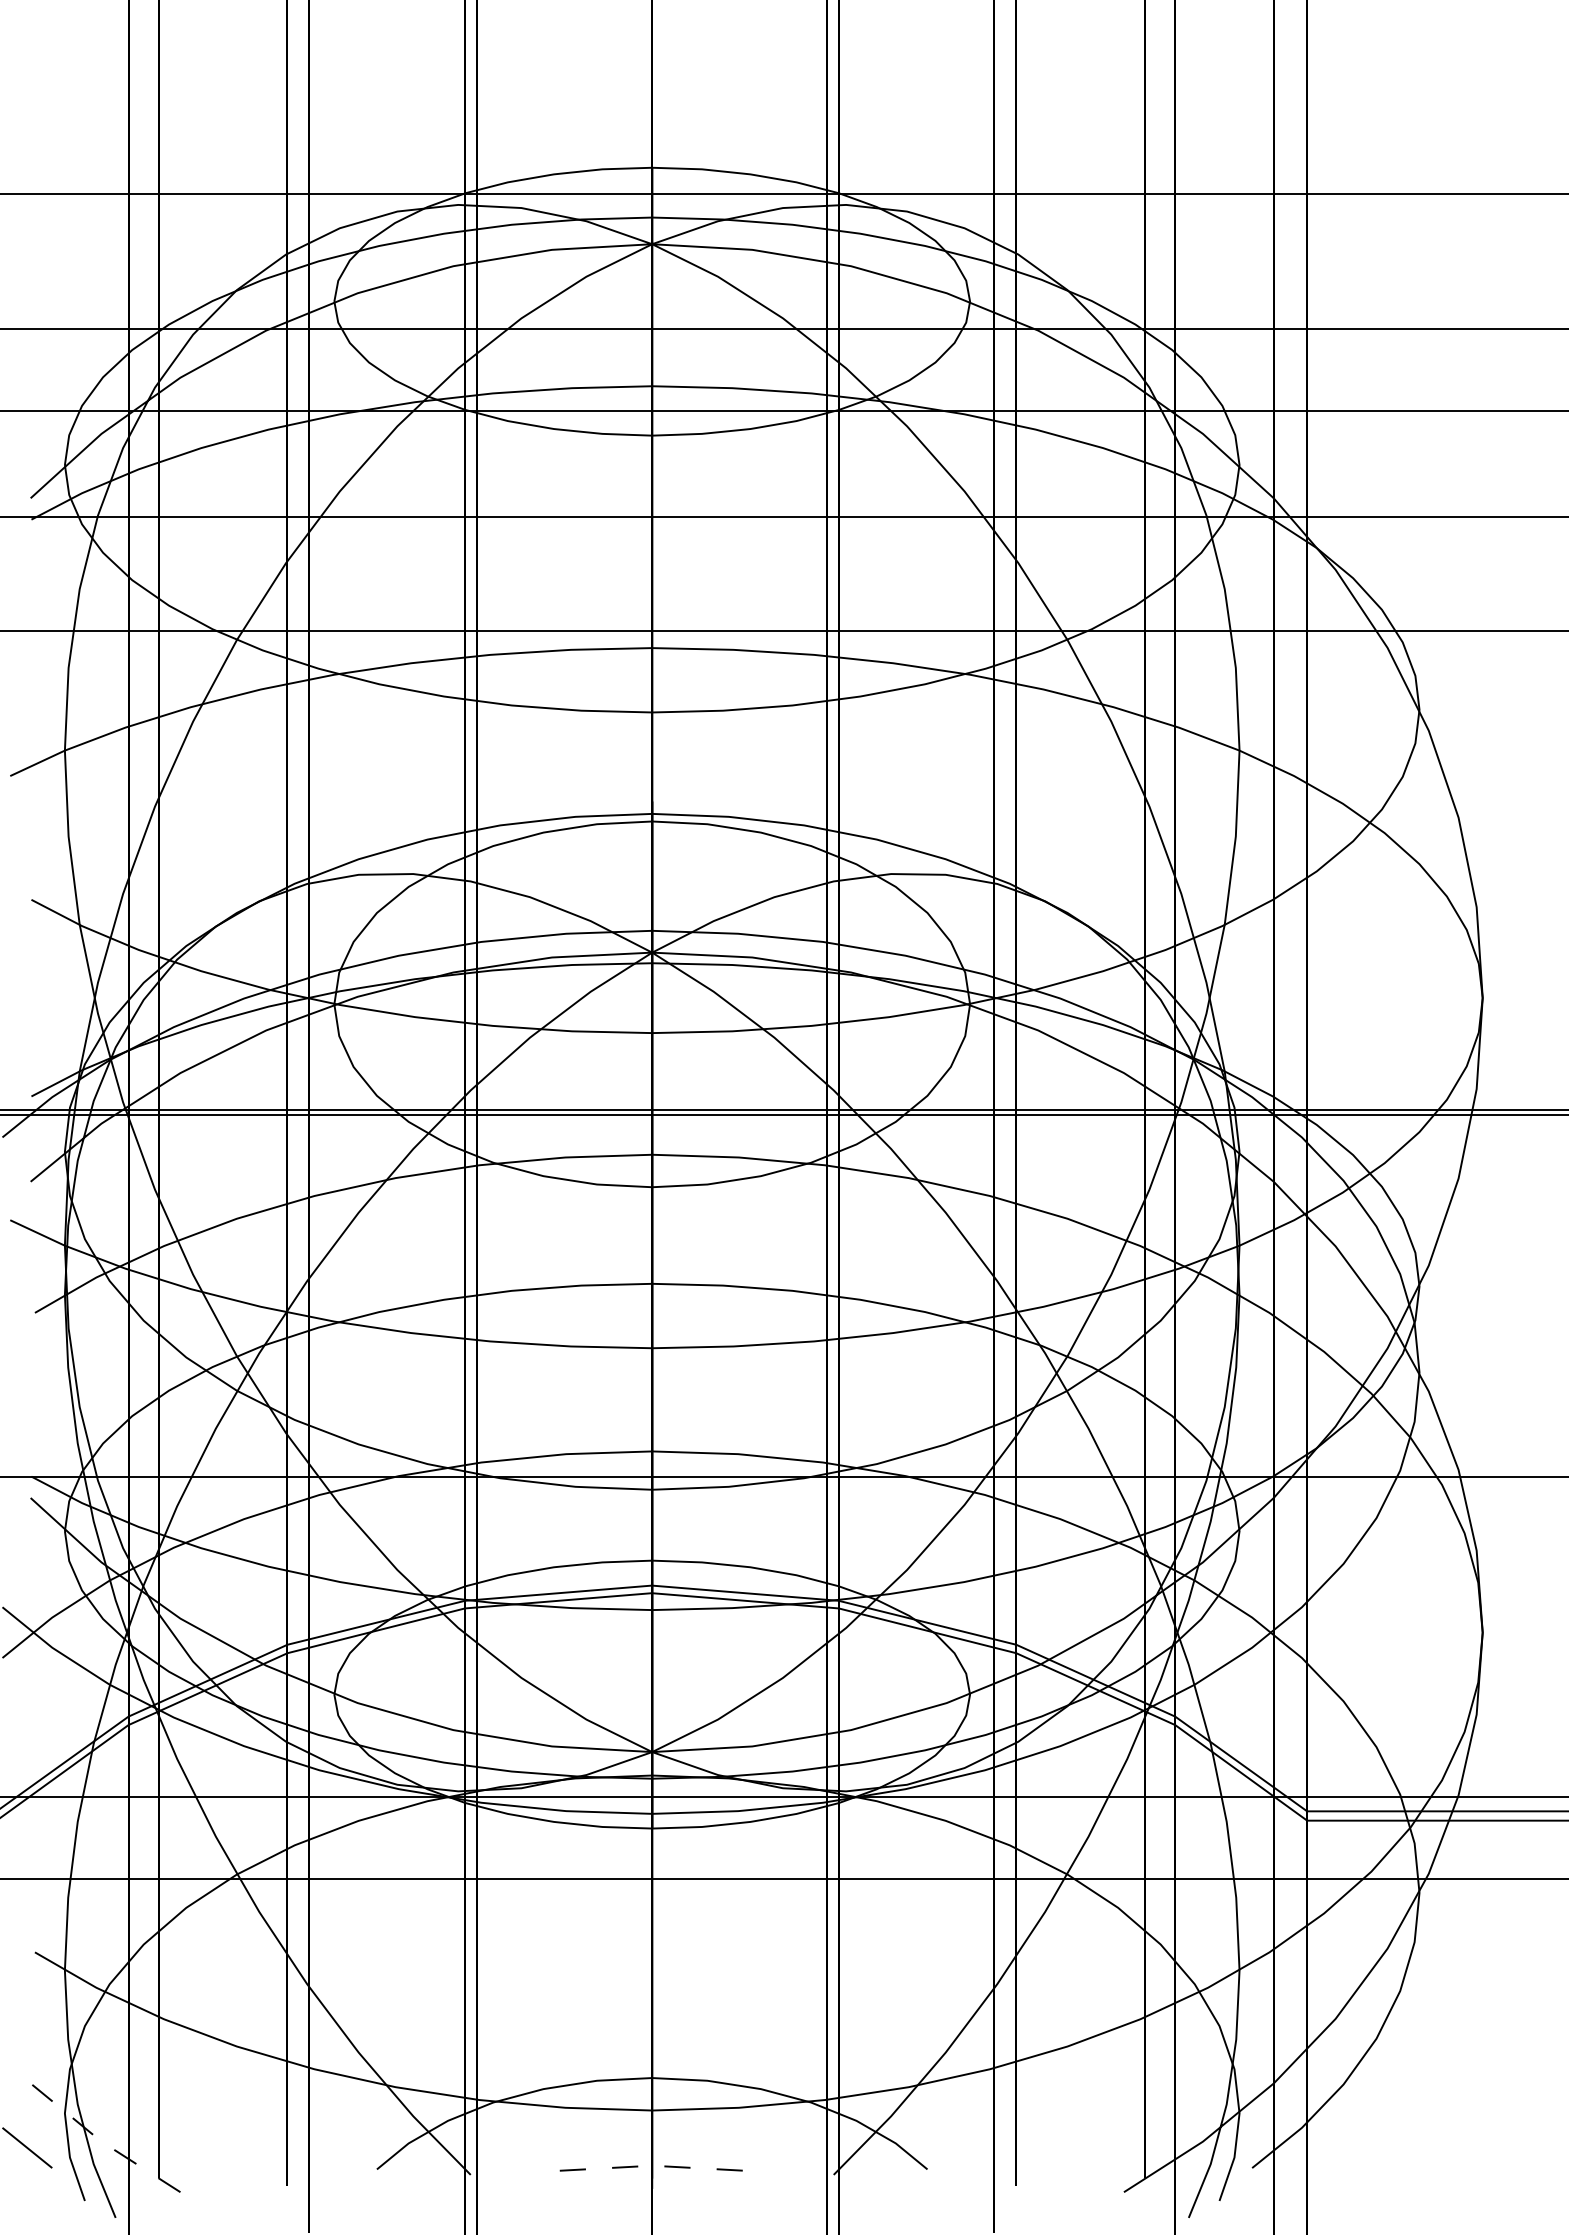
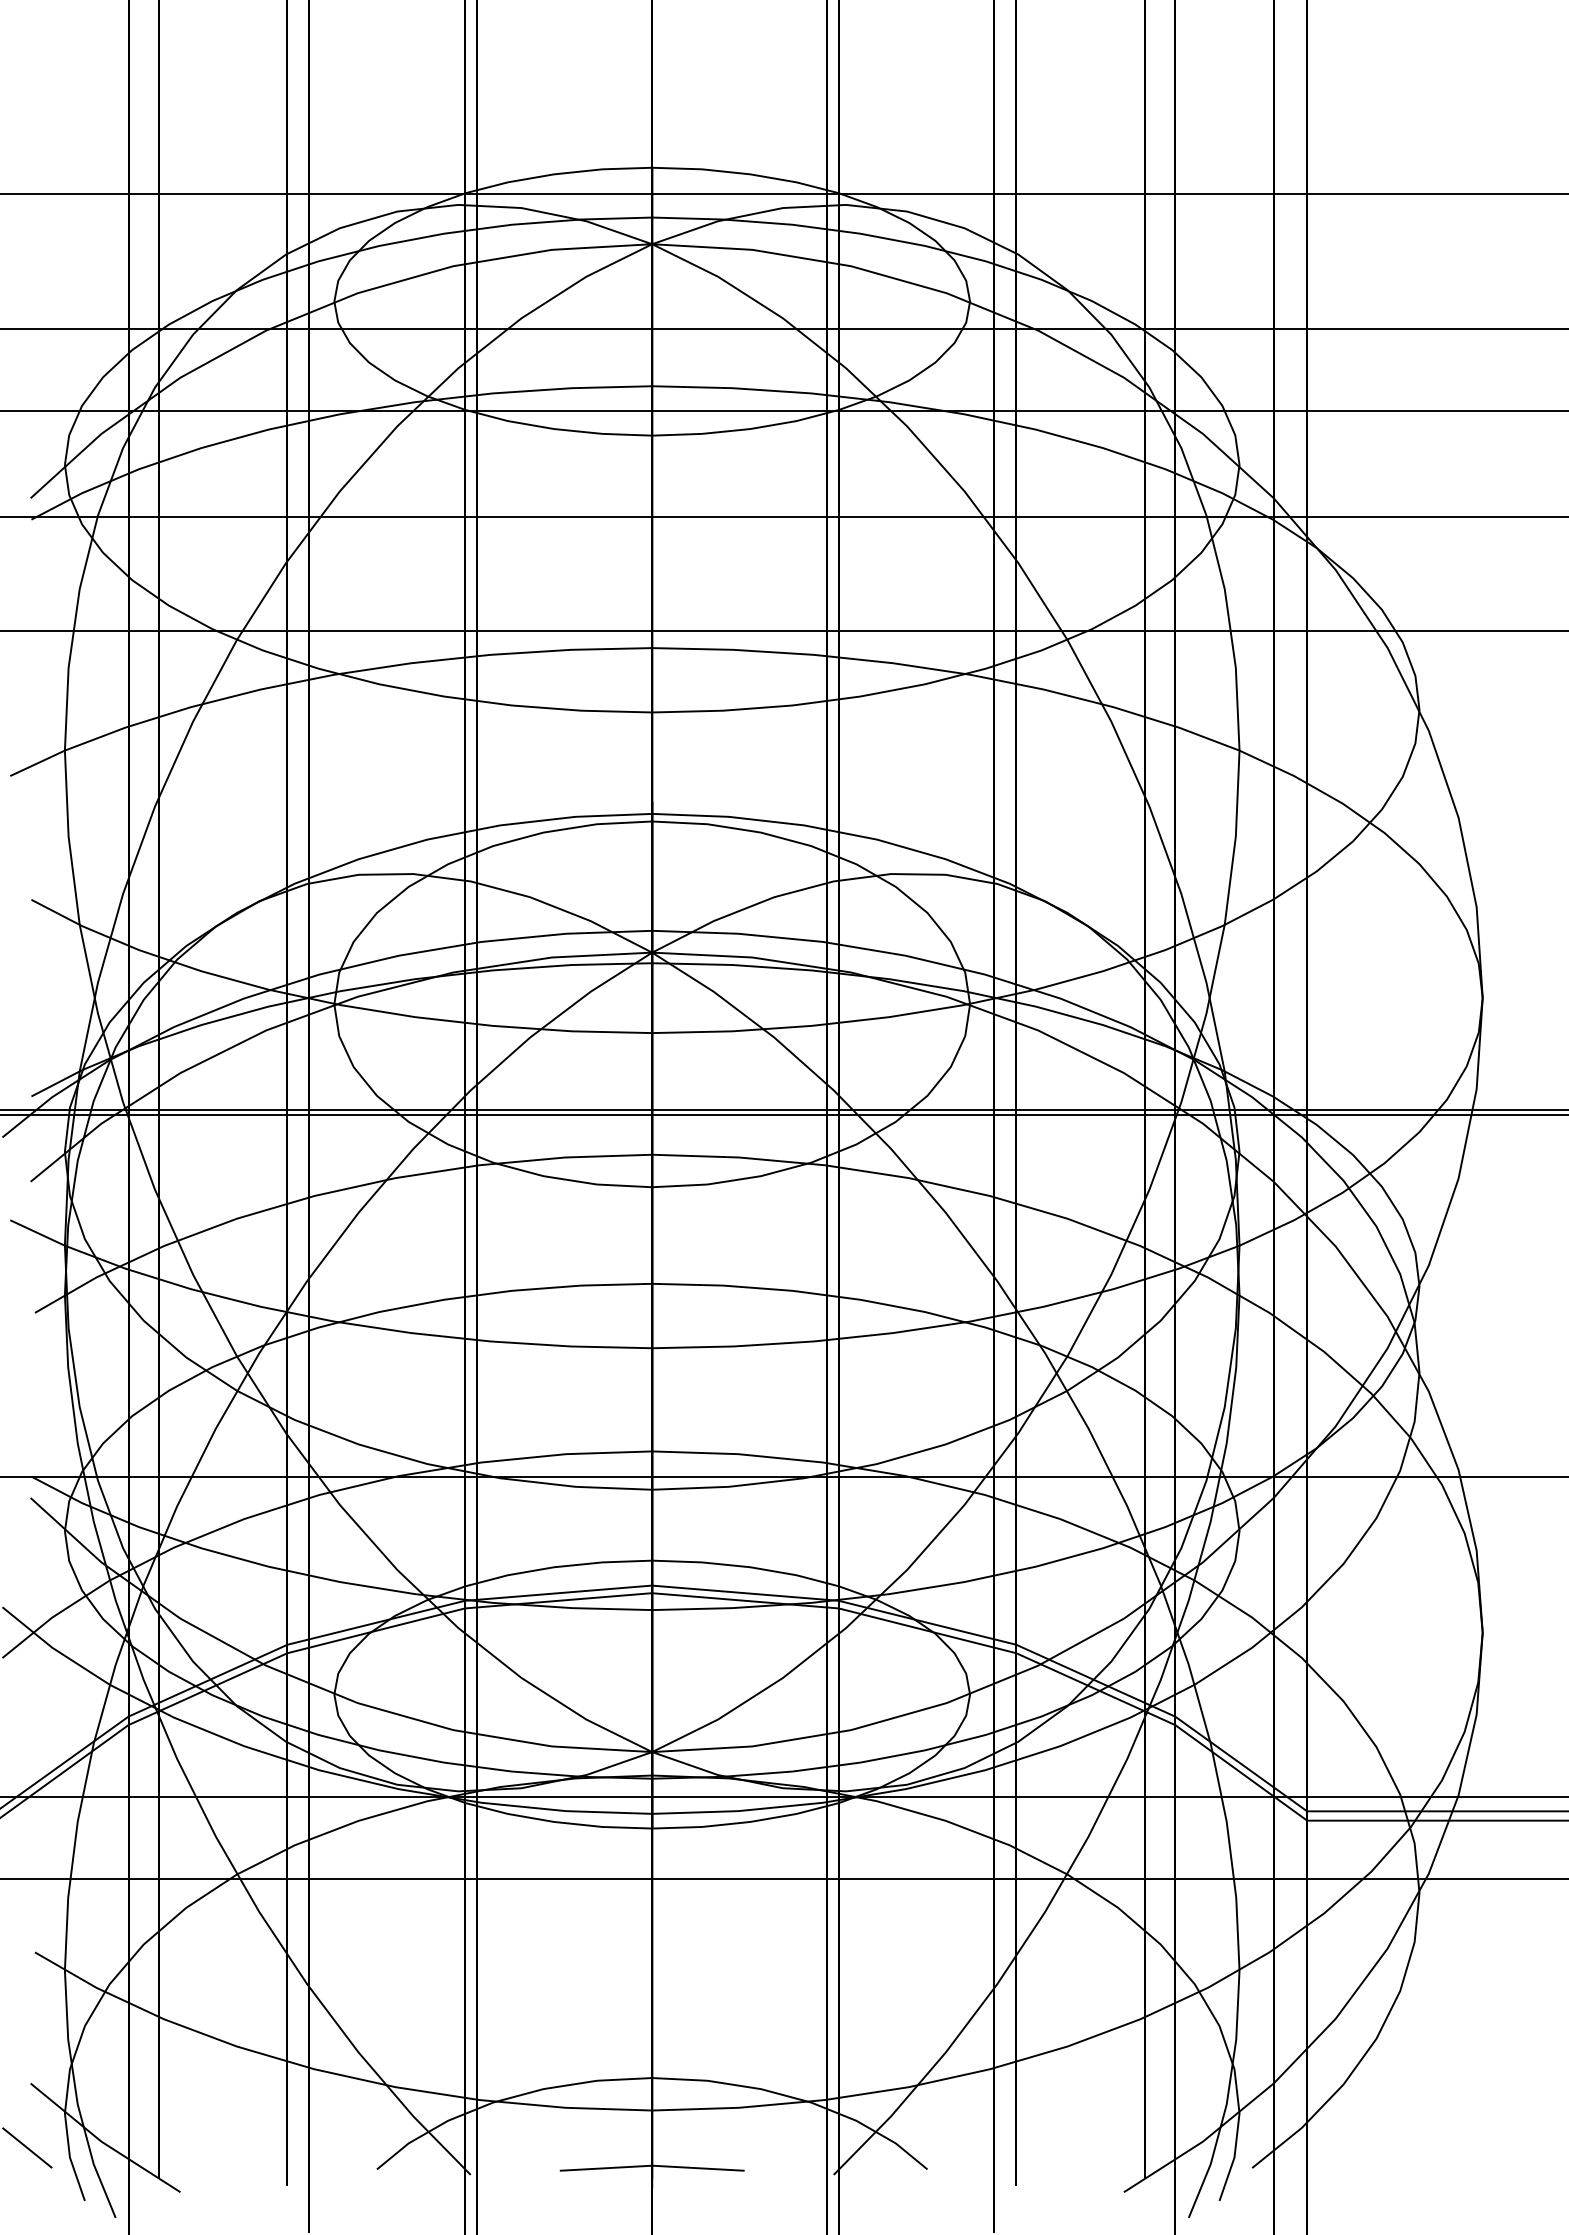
line at (101, 2141): dashed -> solid
line at (652, 2165): dashed -> solid
